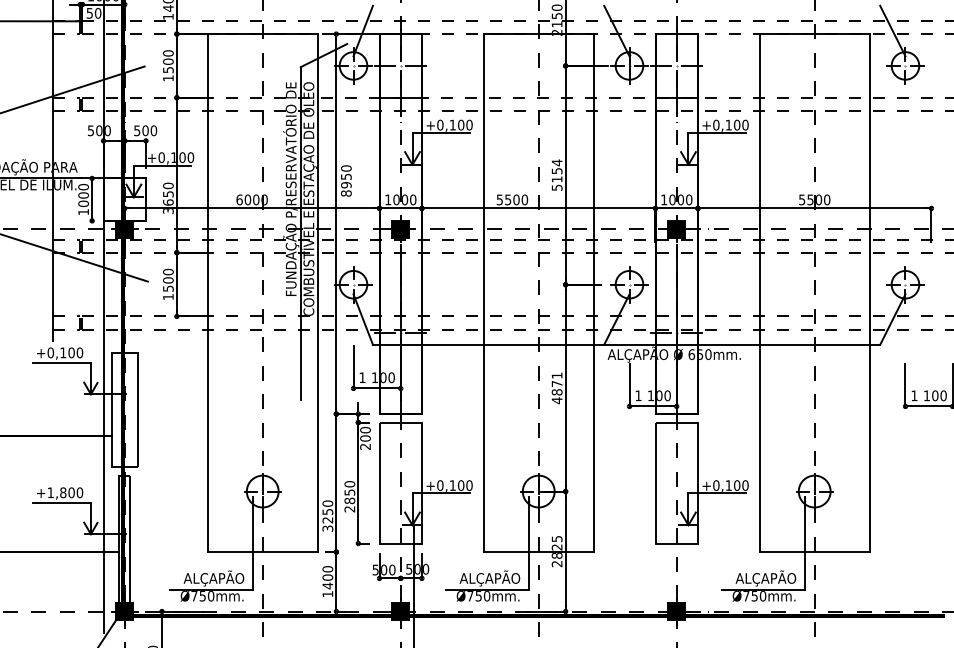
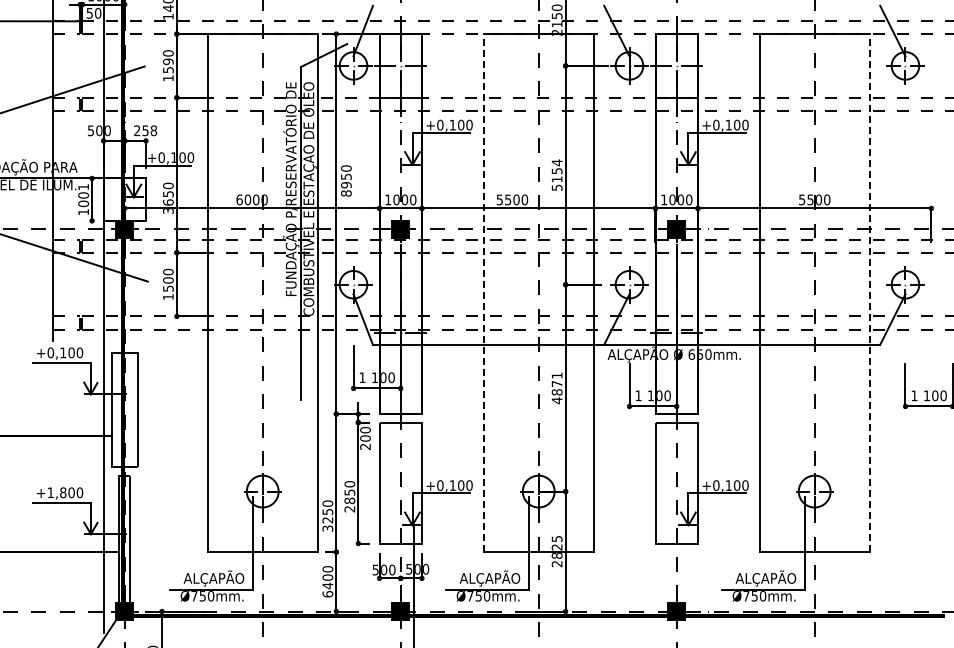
text at (168, 61): 1500 -> 1590
text at (145, 130): 500 -> 258
text at (83, 186): 1000 -> 1001
line at (483, 293): solid -> dashed
line at (869, 293): solid -> dashed
text at (327, 594): 1400 -> 6400
